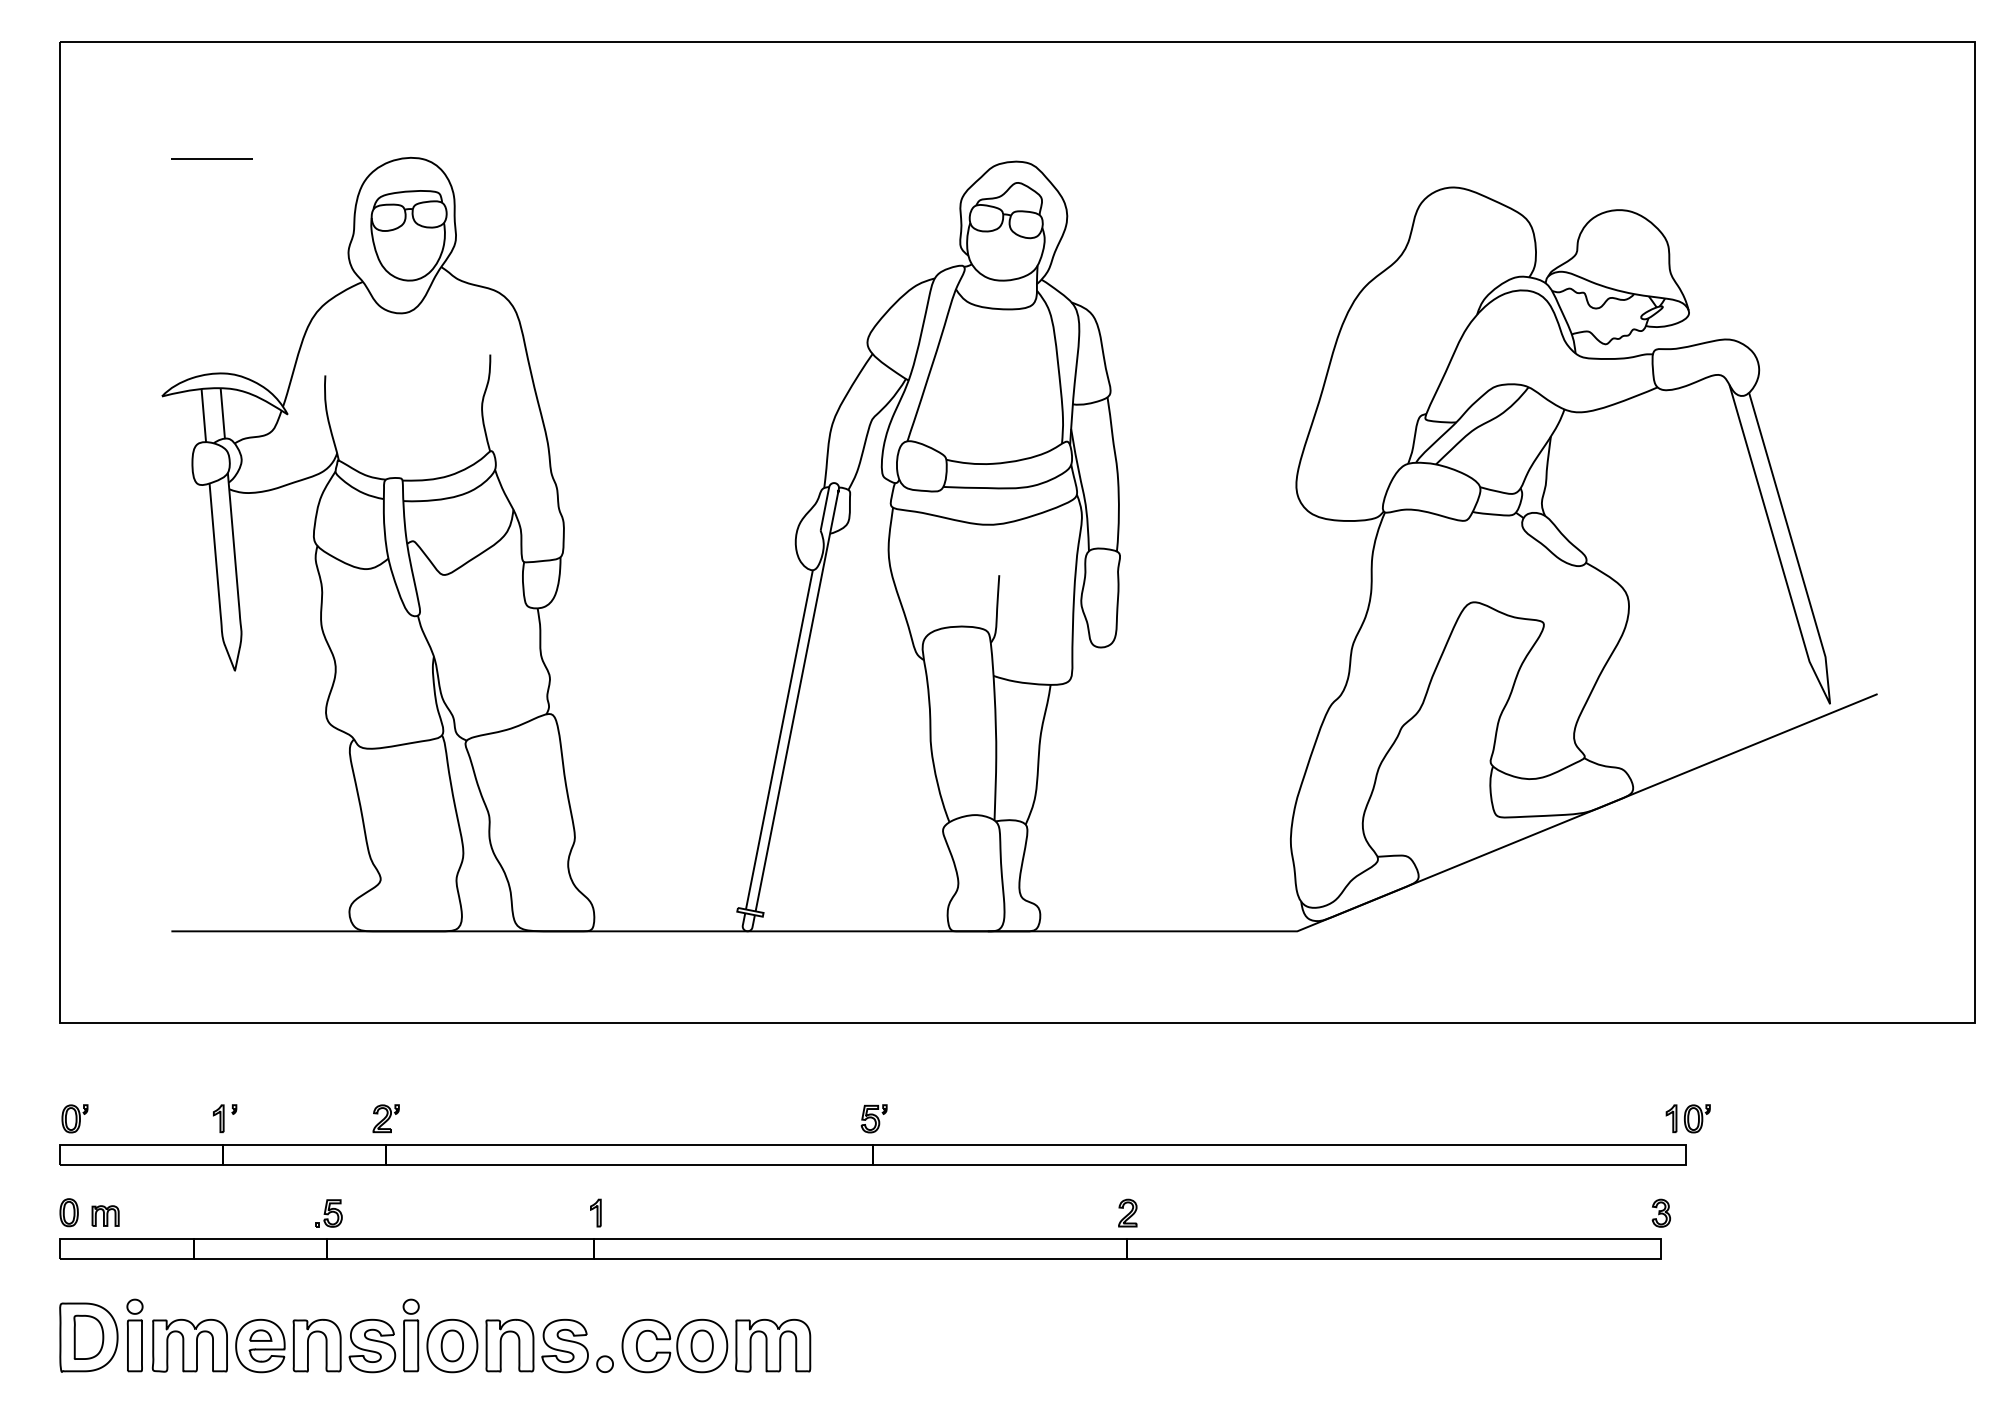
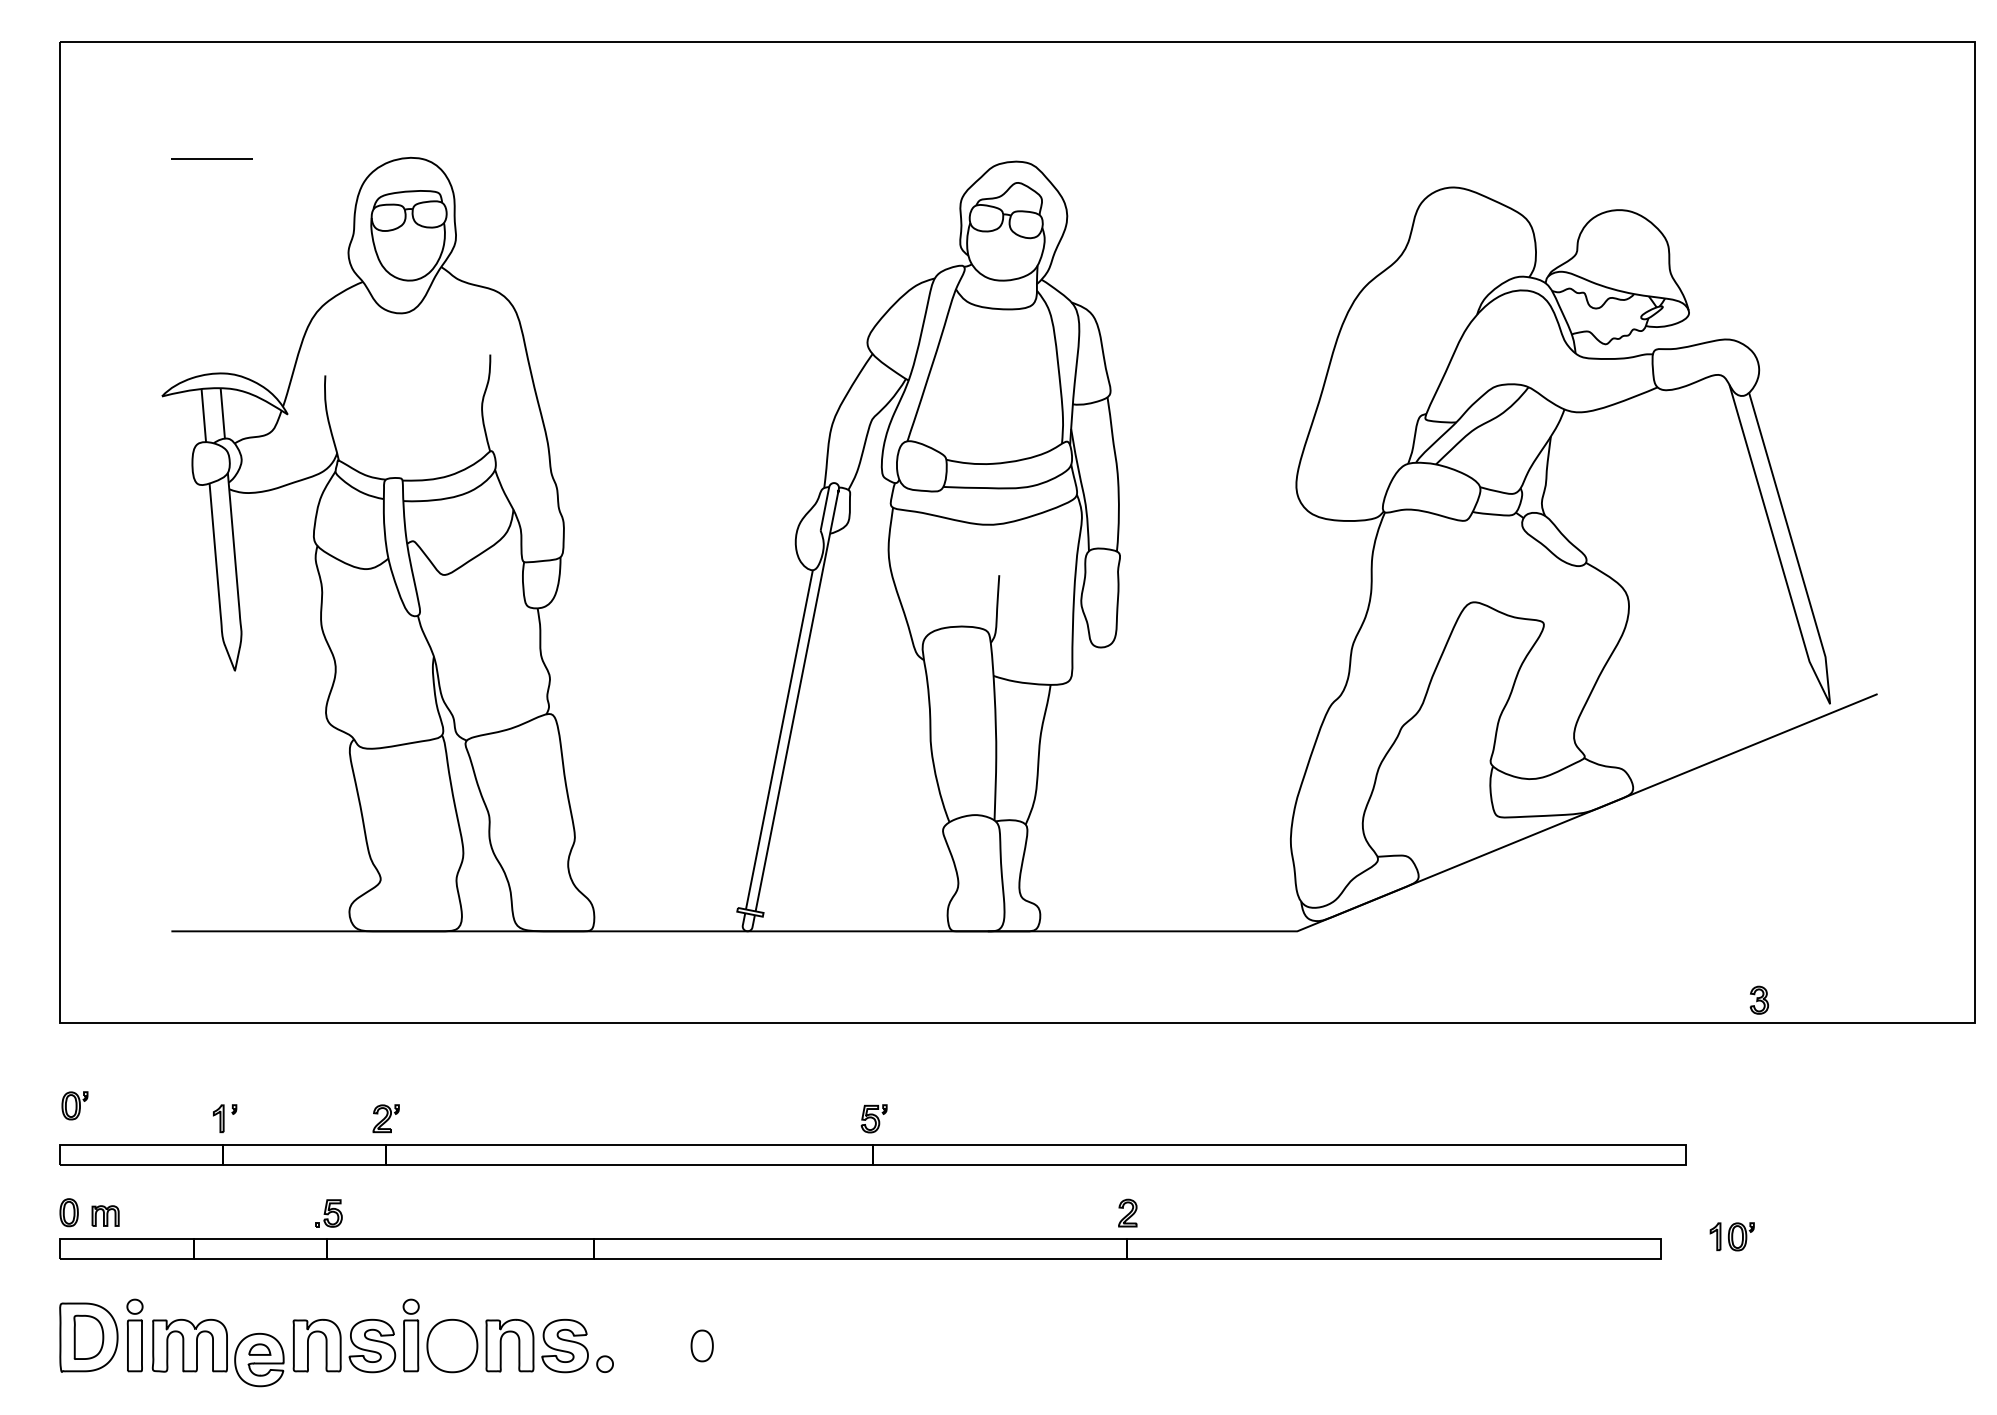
part at (74, 1118) position: (74, 1118) -> (74, 1105)
part at (1687, 1118) position: (1687, 1118) -> (1731, 1236)
part at (595, 1212): present -> none
part at (1661, 1212) position: (1661, 1212) -> (1759, 999)
part at (260, 1345) position: (260, 1345) -> (259, 1359)
part at (451, 1345): present -> none
part at (716, 1345): present -> none
